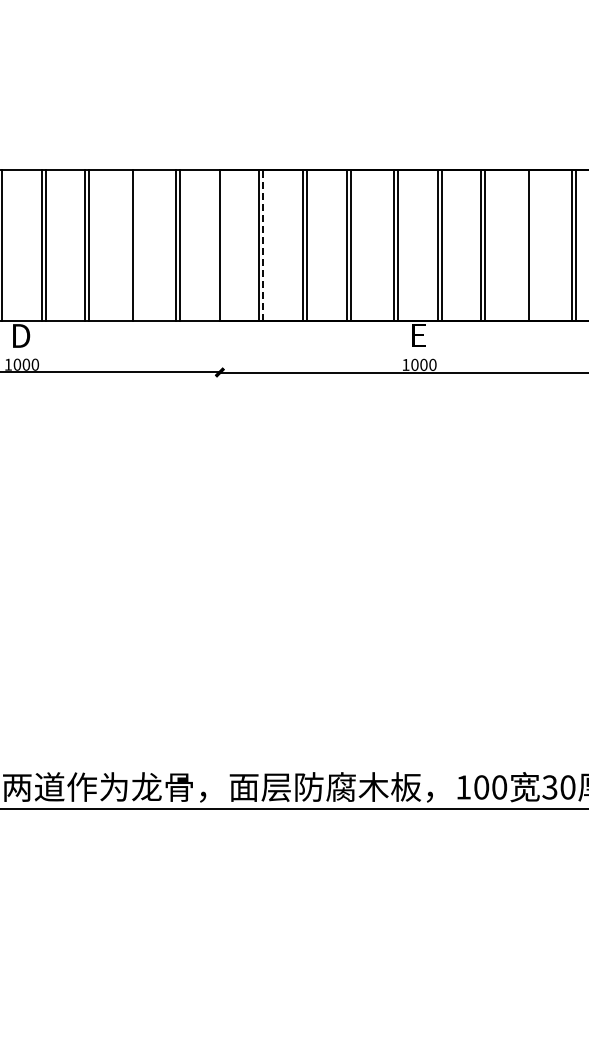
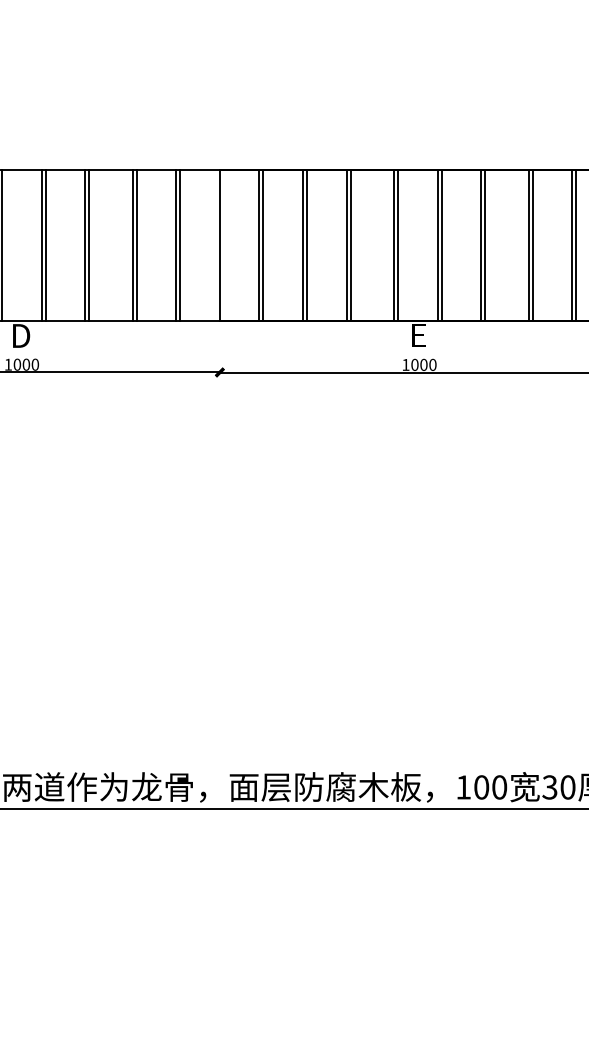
line at (263, 244): dashed -> solid
line at (136, 245): none -> present
line at (532, 245): none -> present
